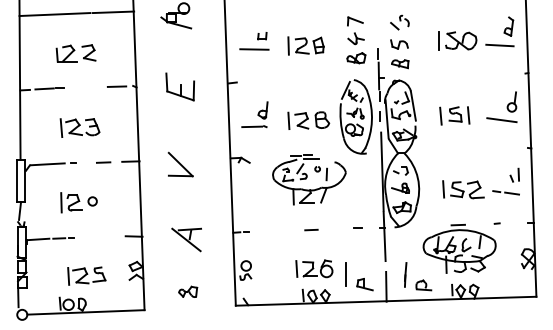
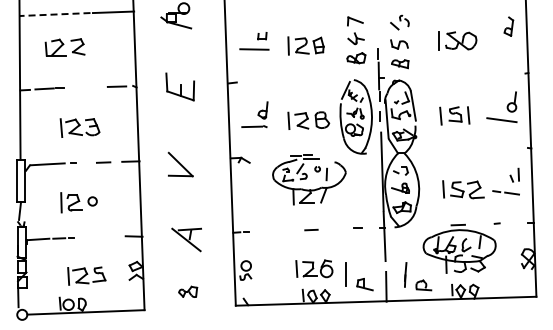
line at (54, 14): solid -> dashed
line at (499, 45): present -> none
part at (75, 53) position: (75, 53) -> (64, 47)
